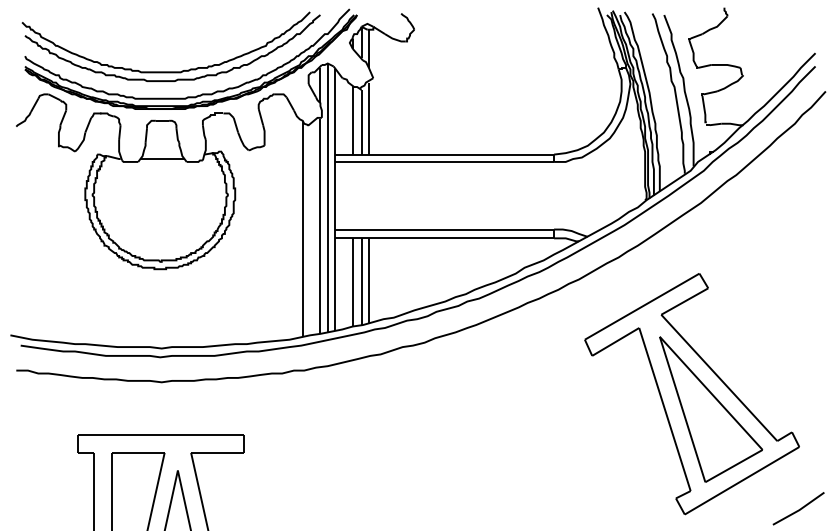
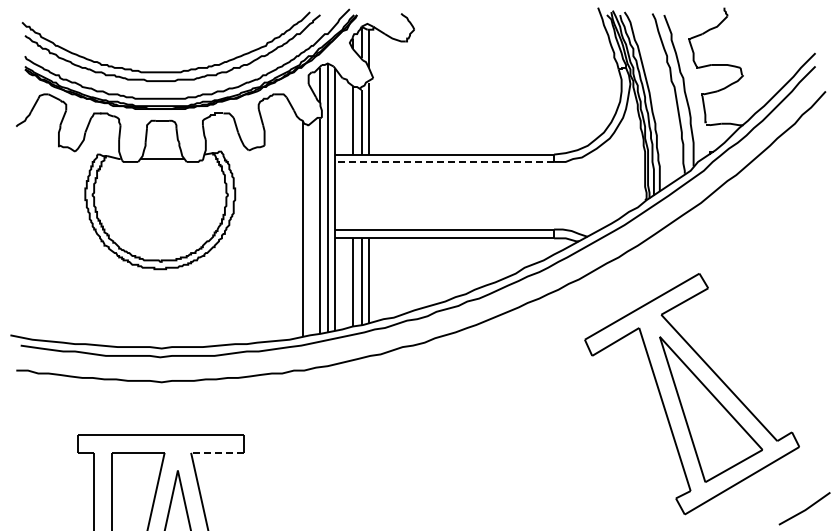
line at (445, 161): solid -> dashed
line at (217, 452): solid -> dashed
line at (799, 508) position: (799, 508) -> (805, 508)
